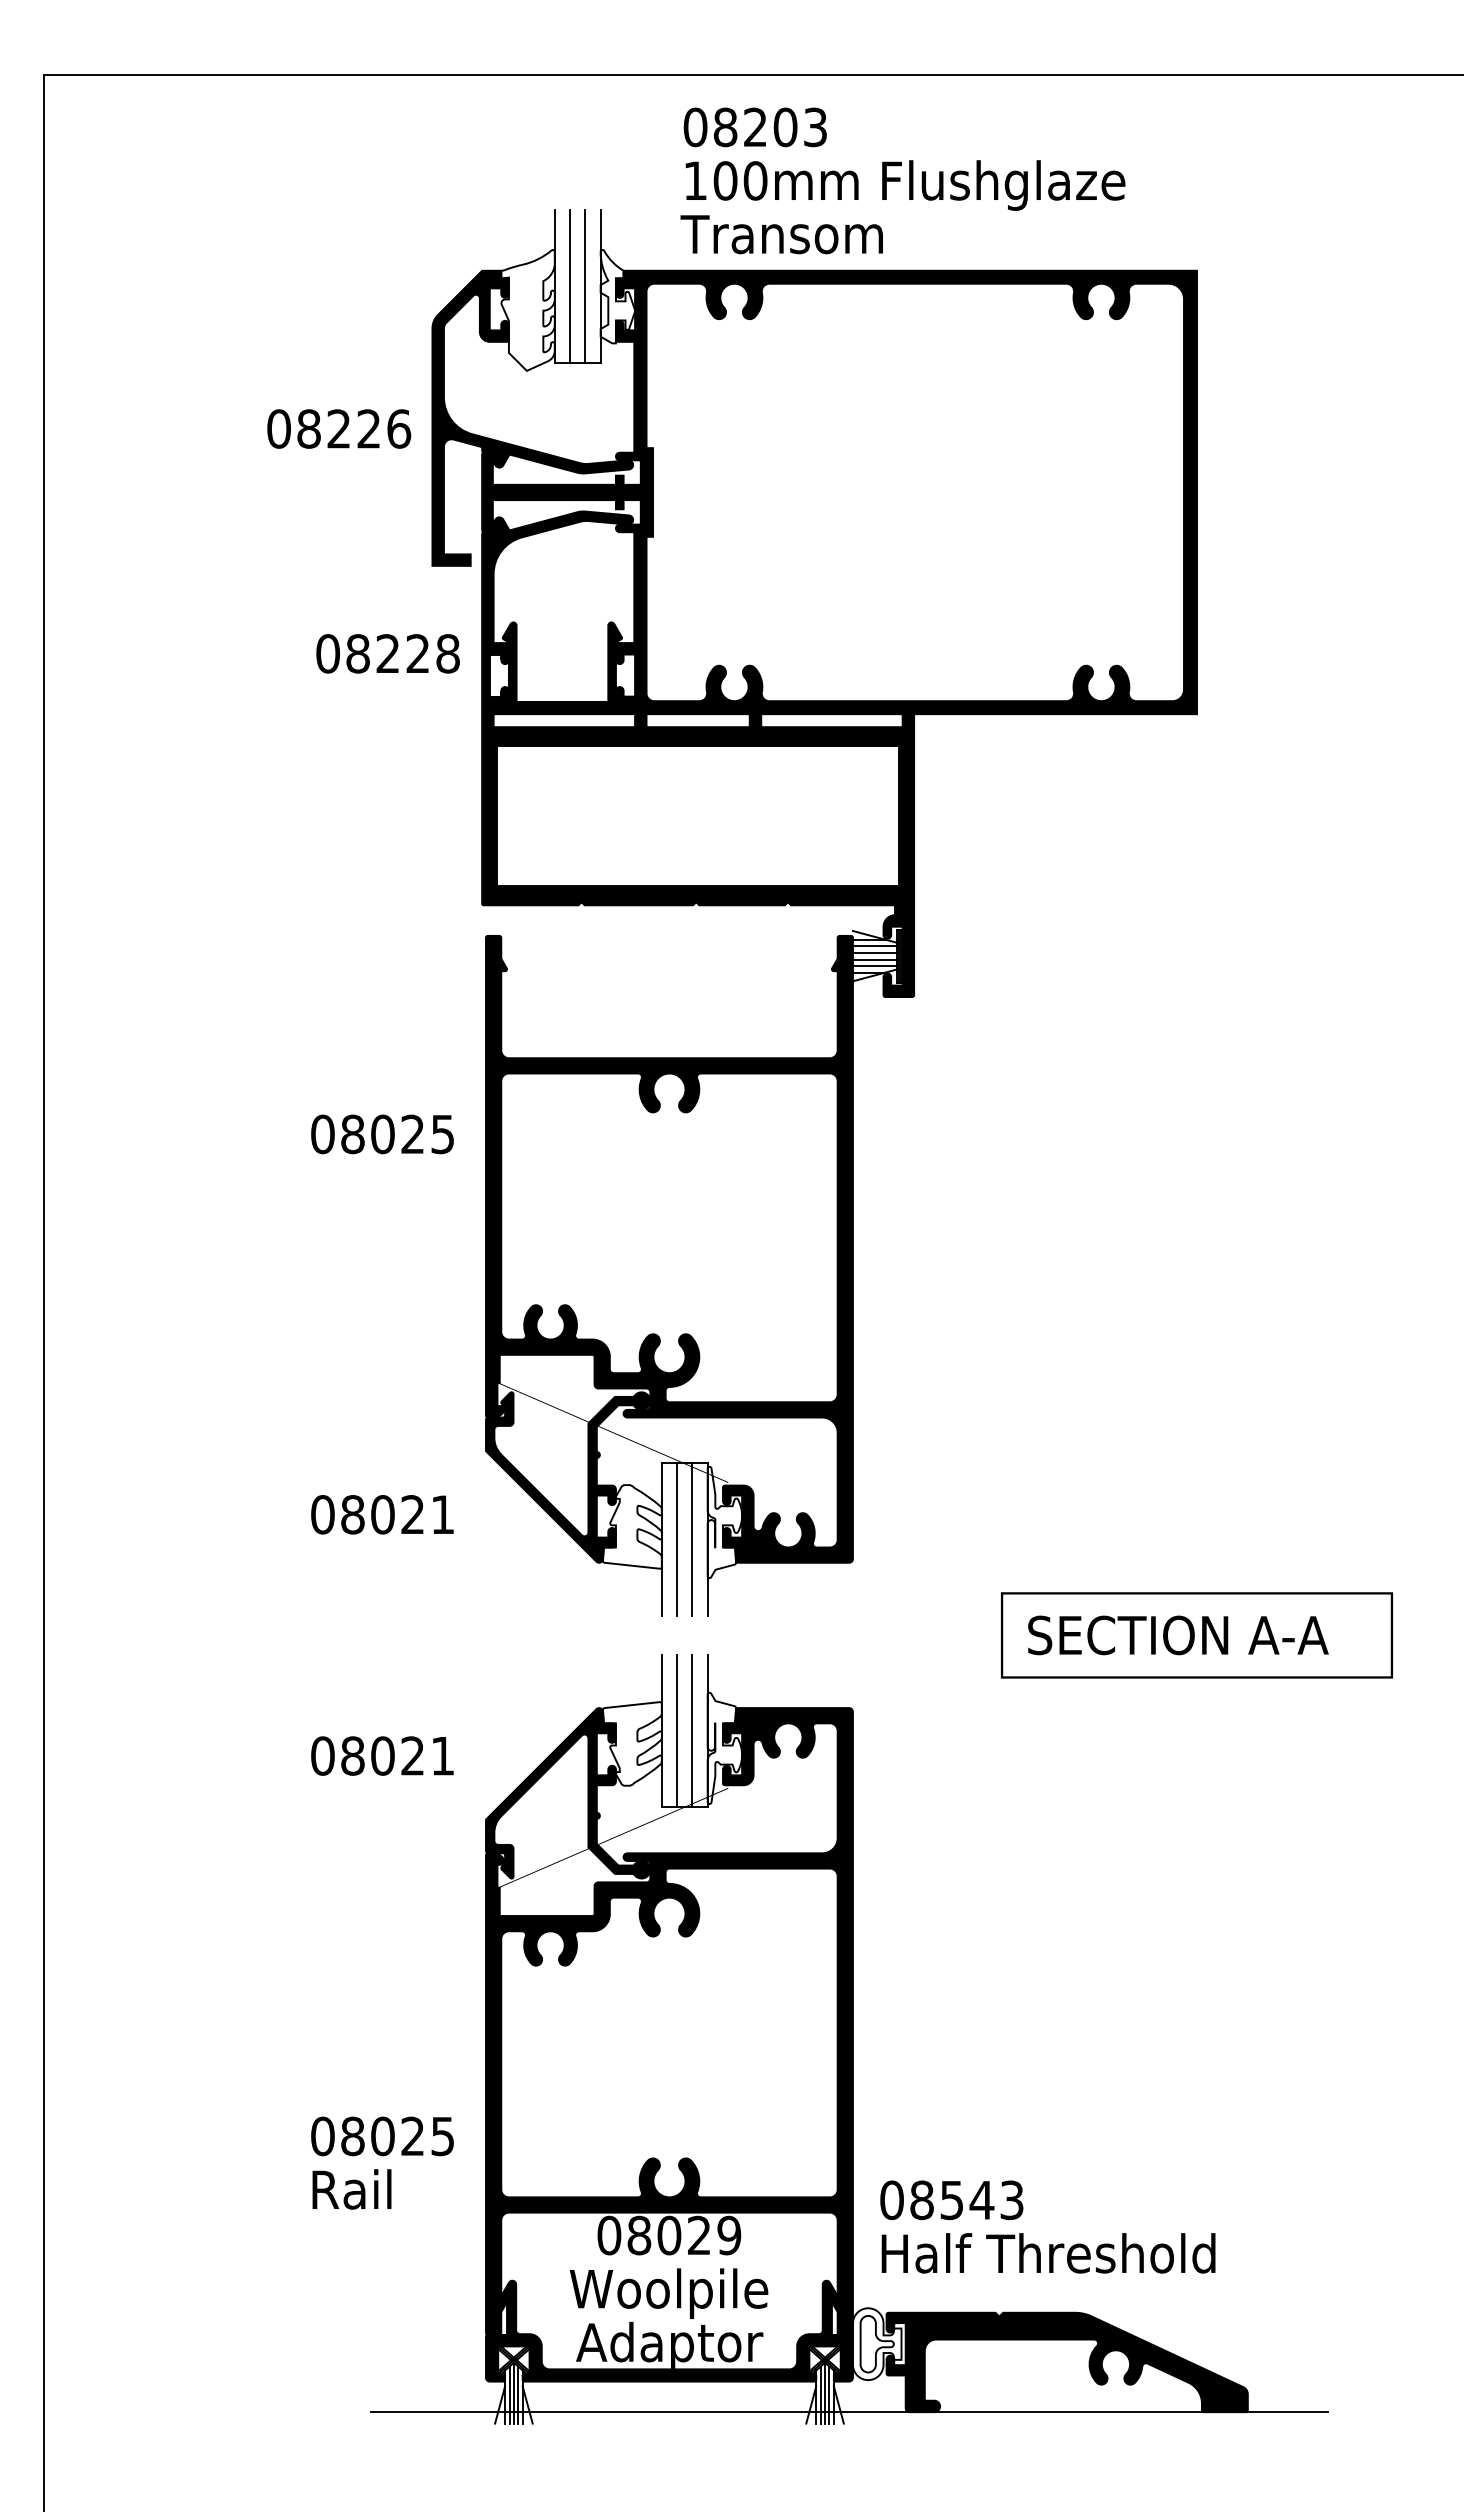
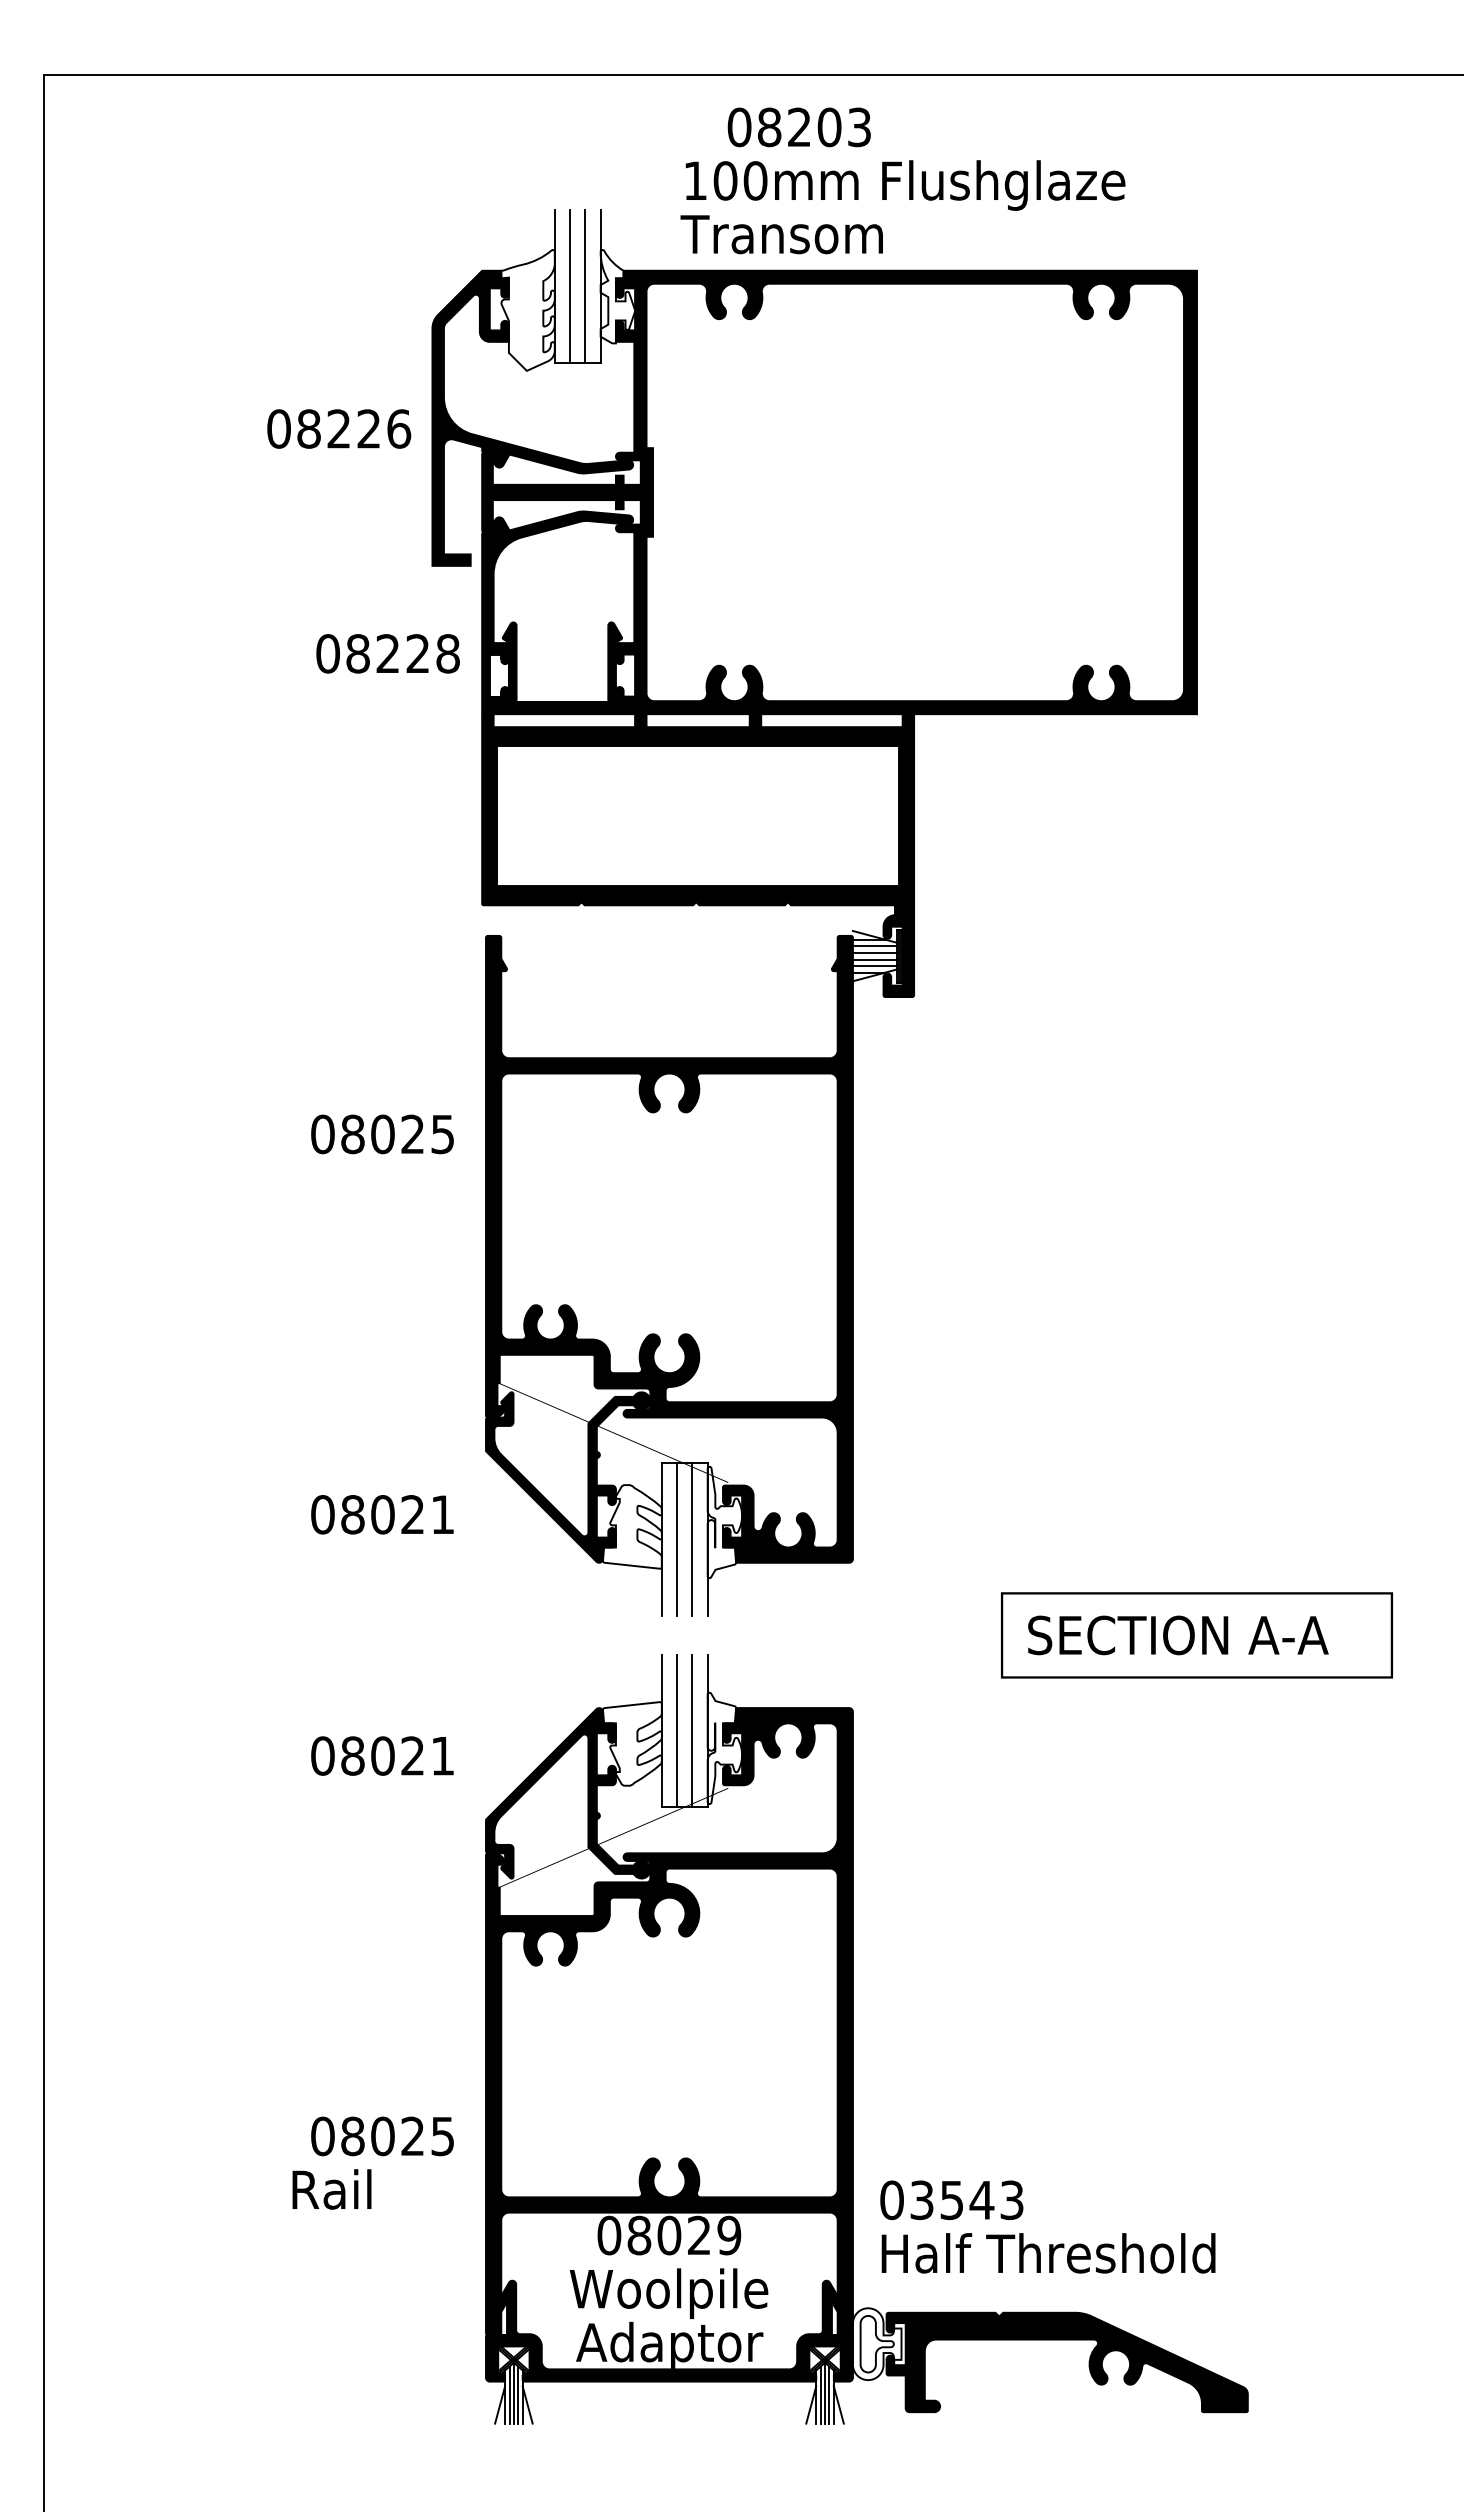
text at (754, 127) position: (754, 127) -> (798, 127)
text at (351, 2189) position: (351, 2189) -> (331, 2189)
text at (921, 2200): 08543 -> 03543
line at (849, 2412): present -> none
